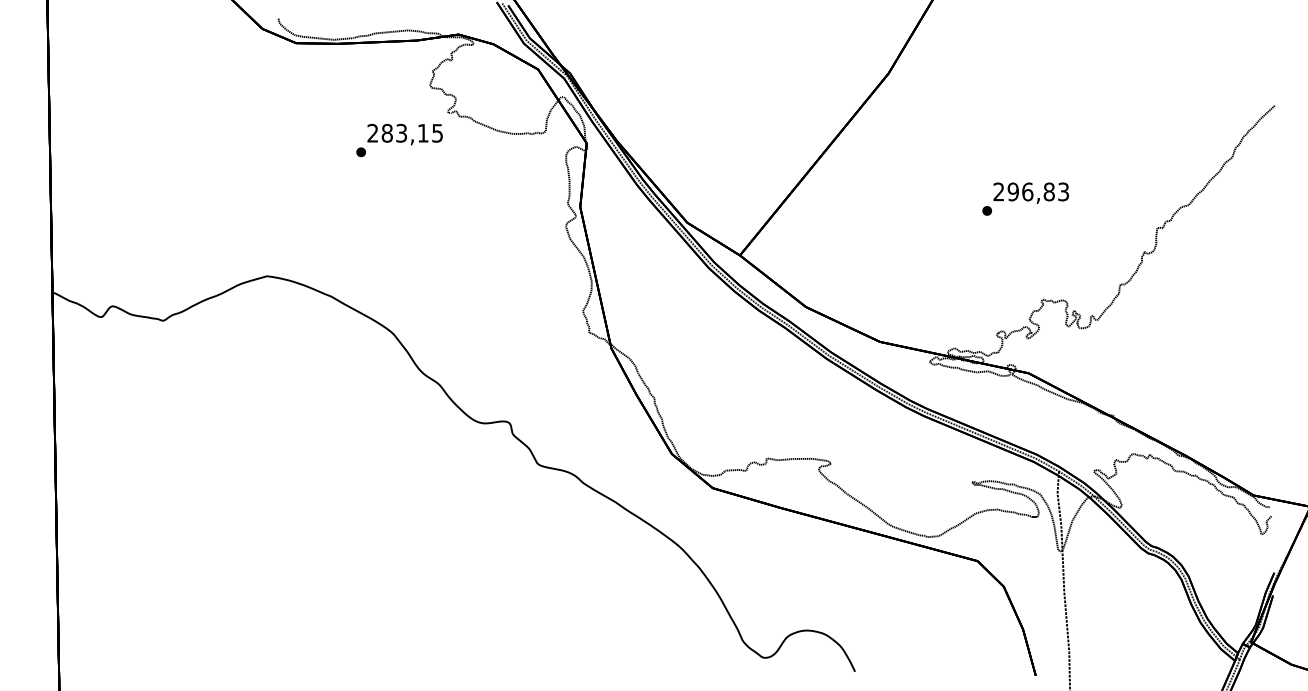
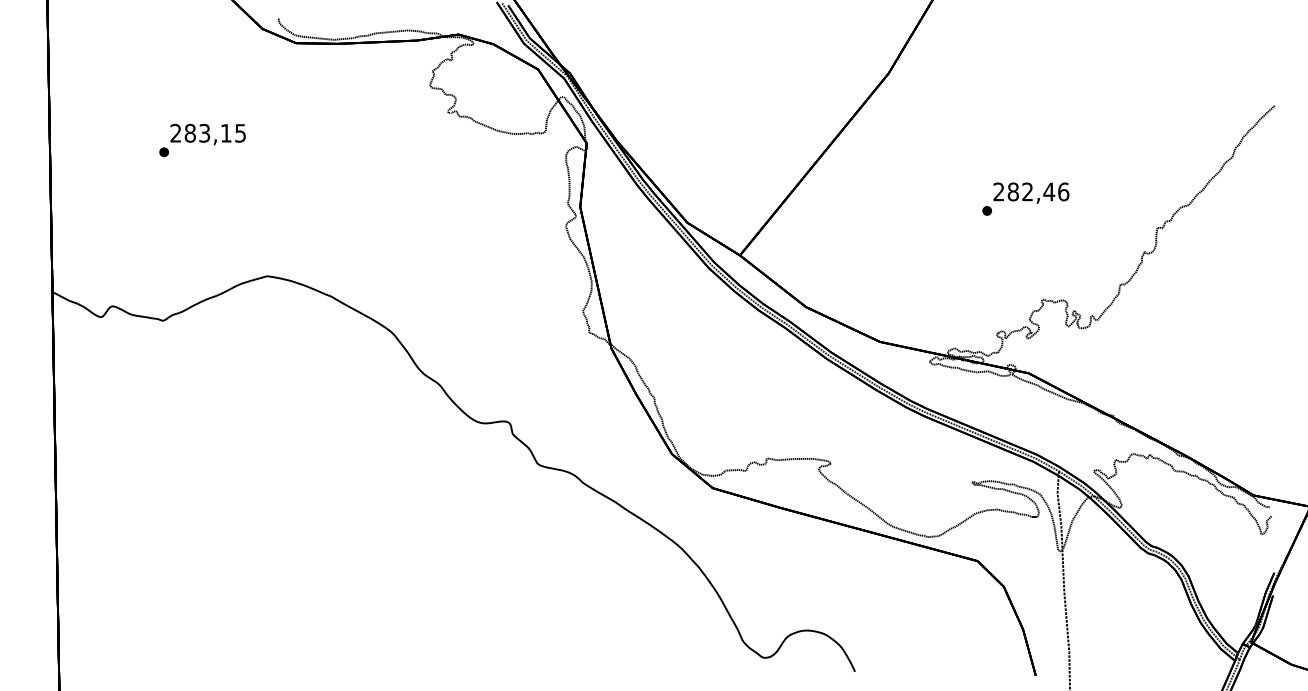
text at (399, 140) position: (399, 140) -> (202, 140)
text at (1038, 191): 296,83 -> 282,46
